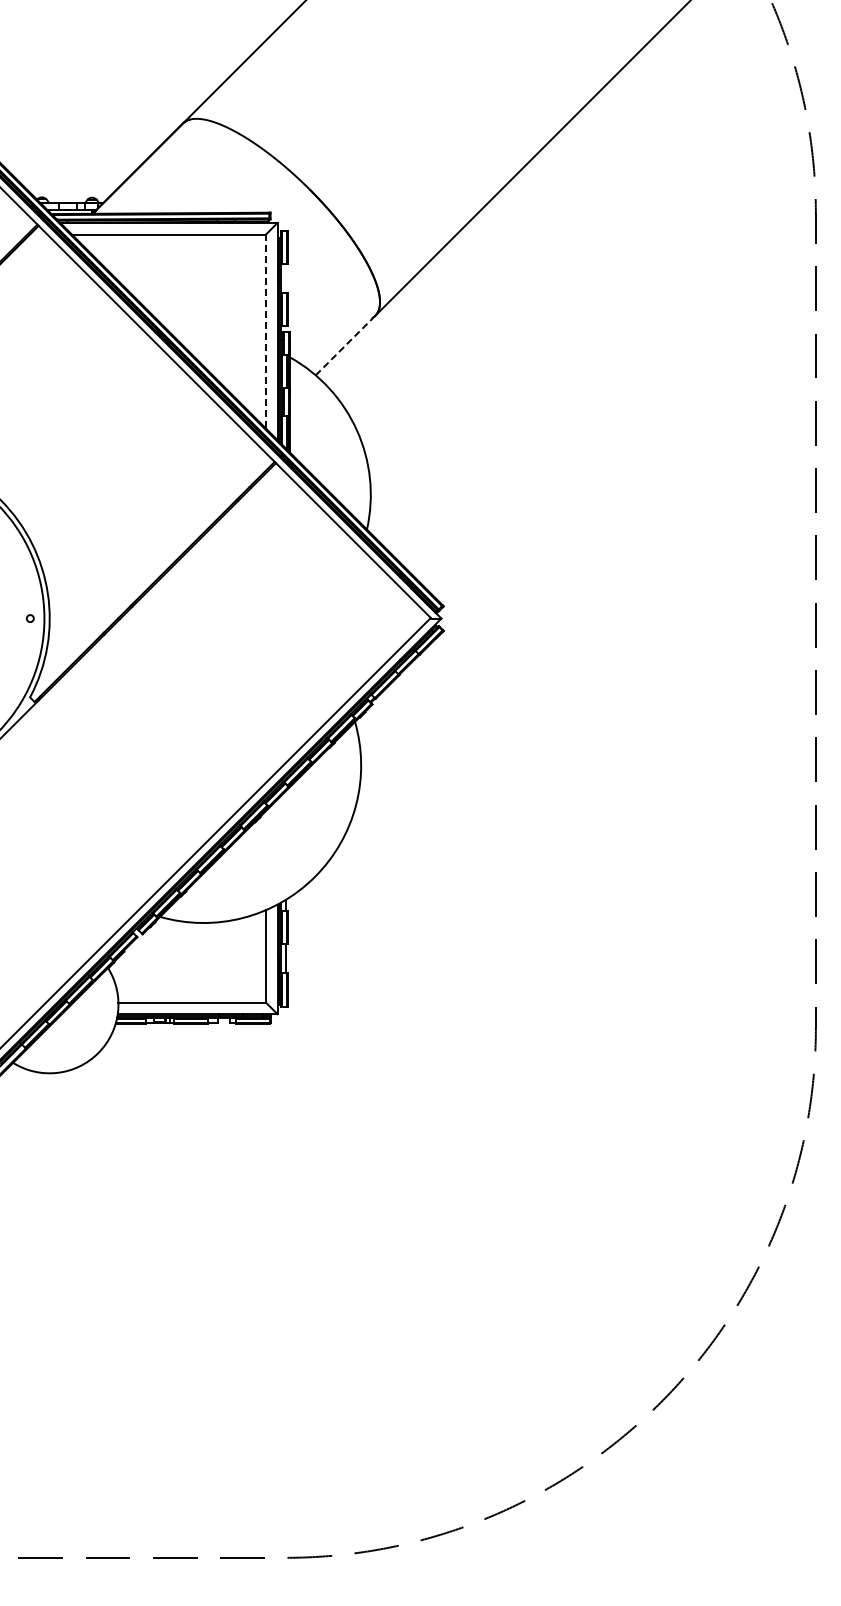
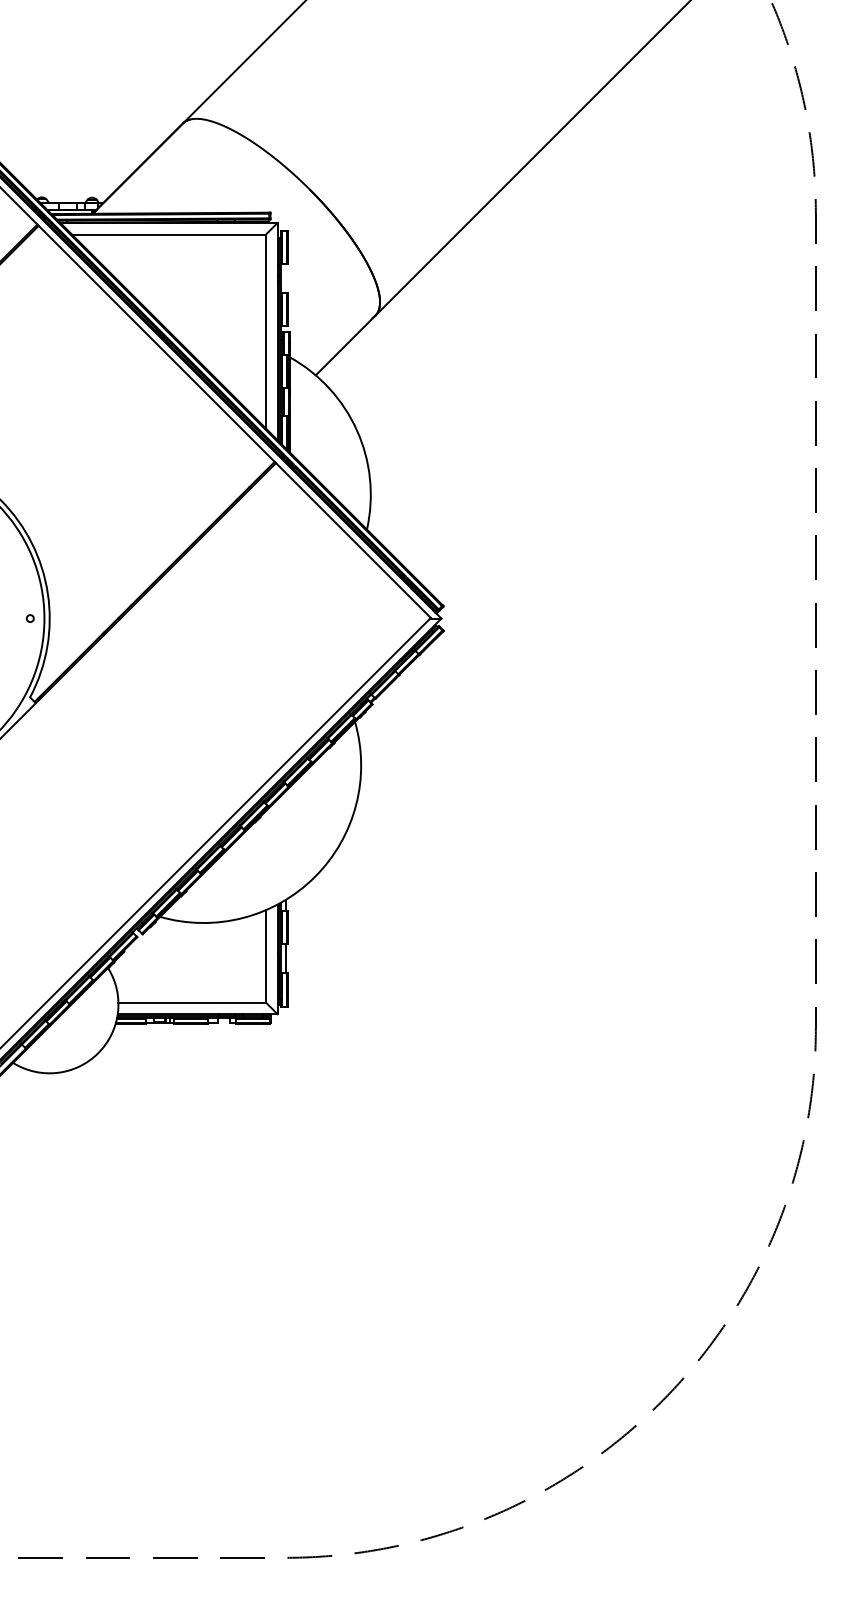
line at (265, 331): dashed -> solid
line at (345, 345): dashed -> solid
